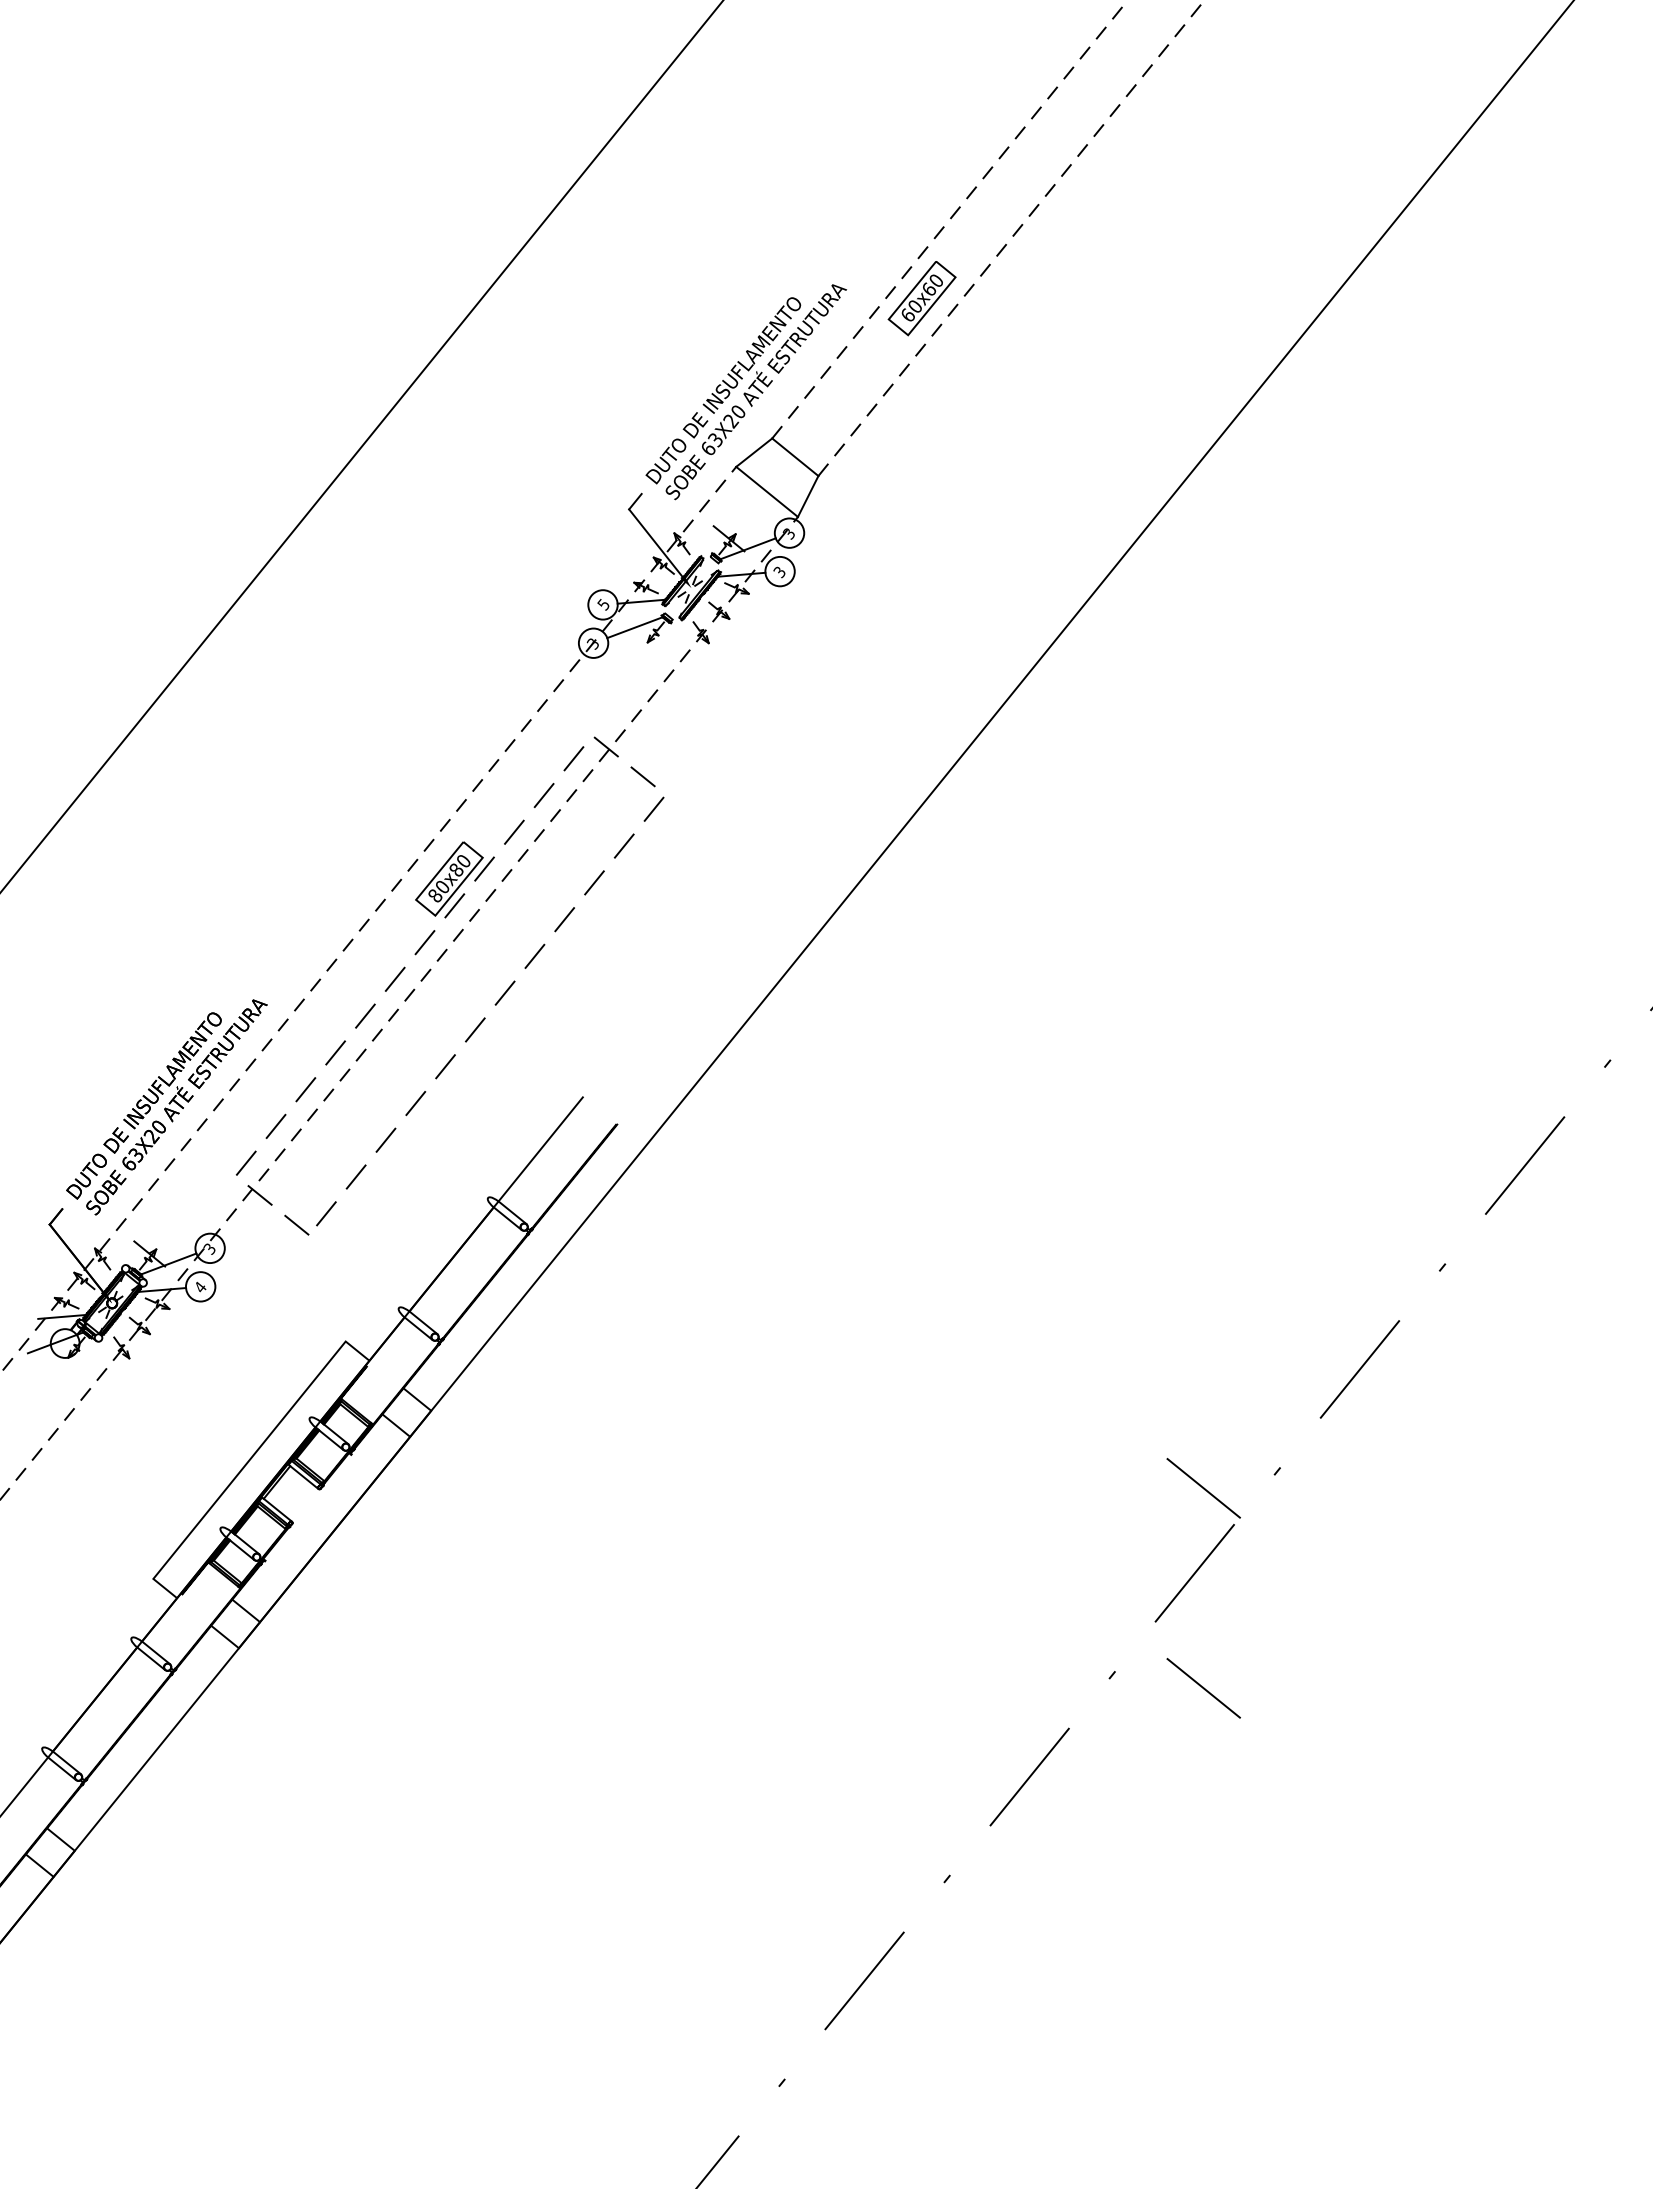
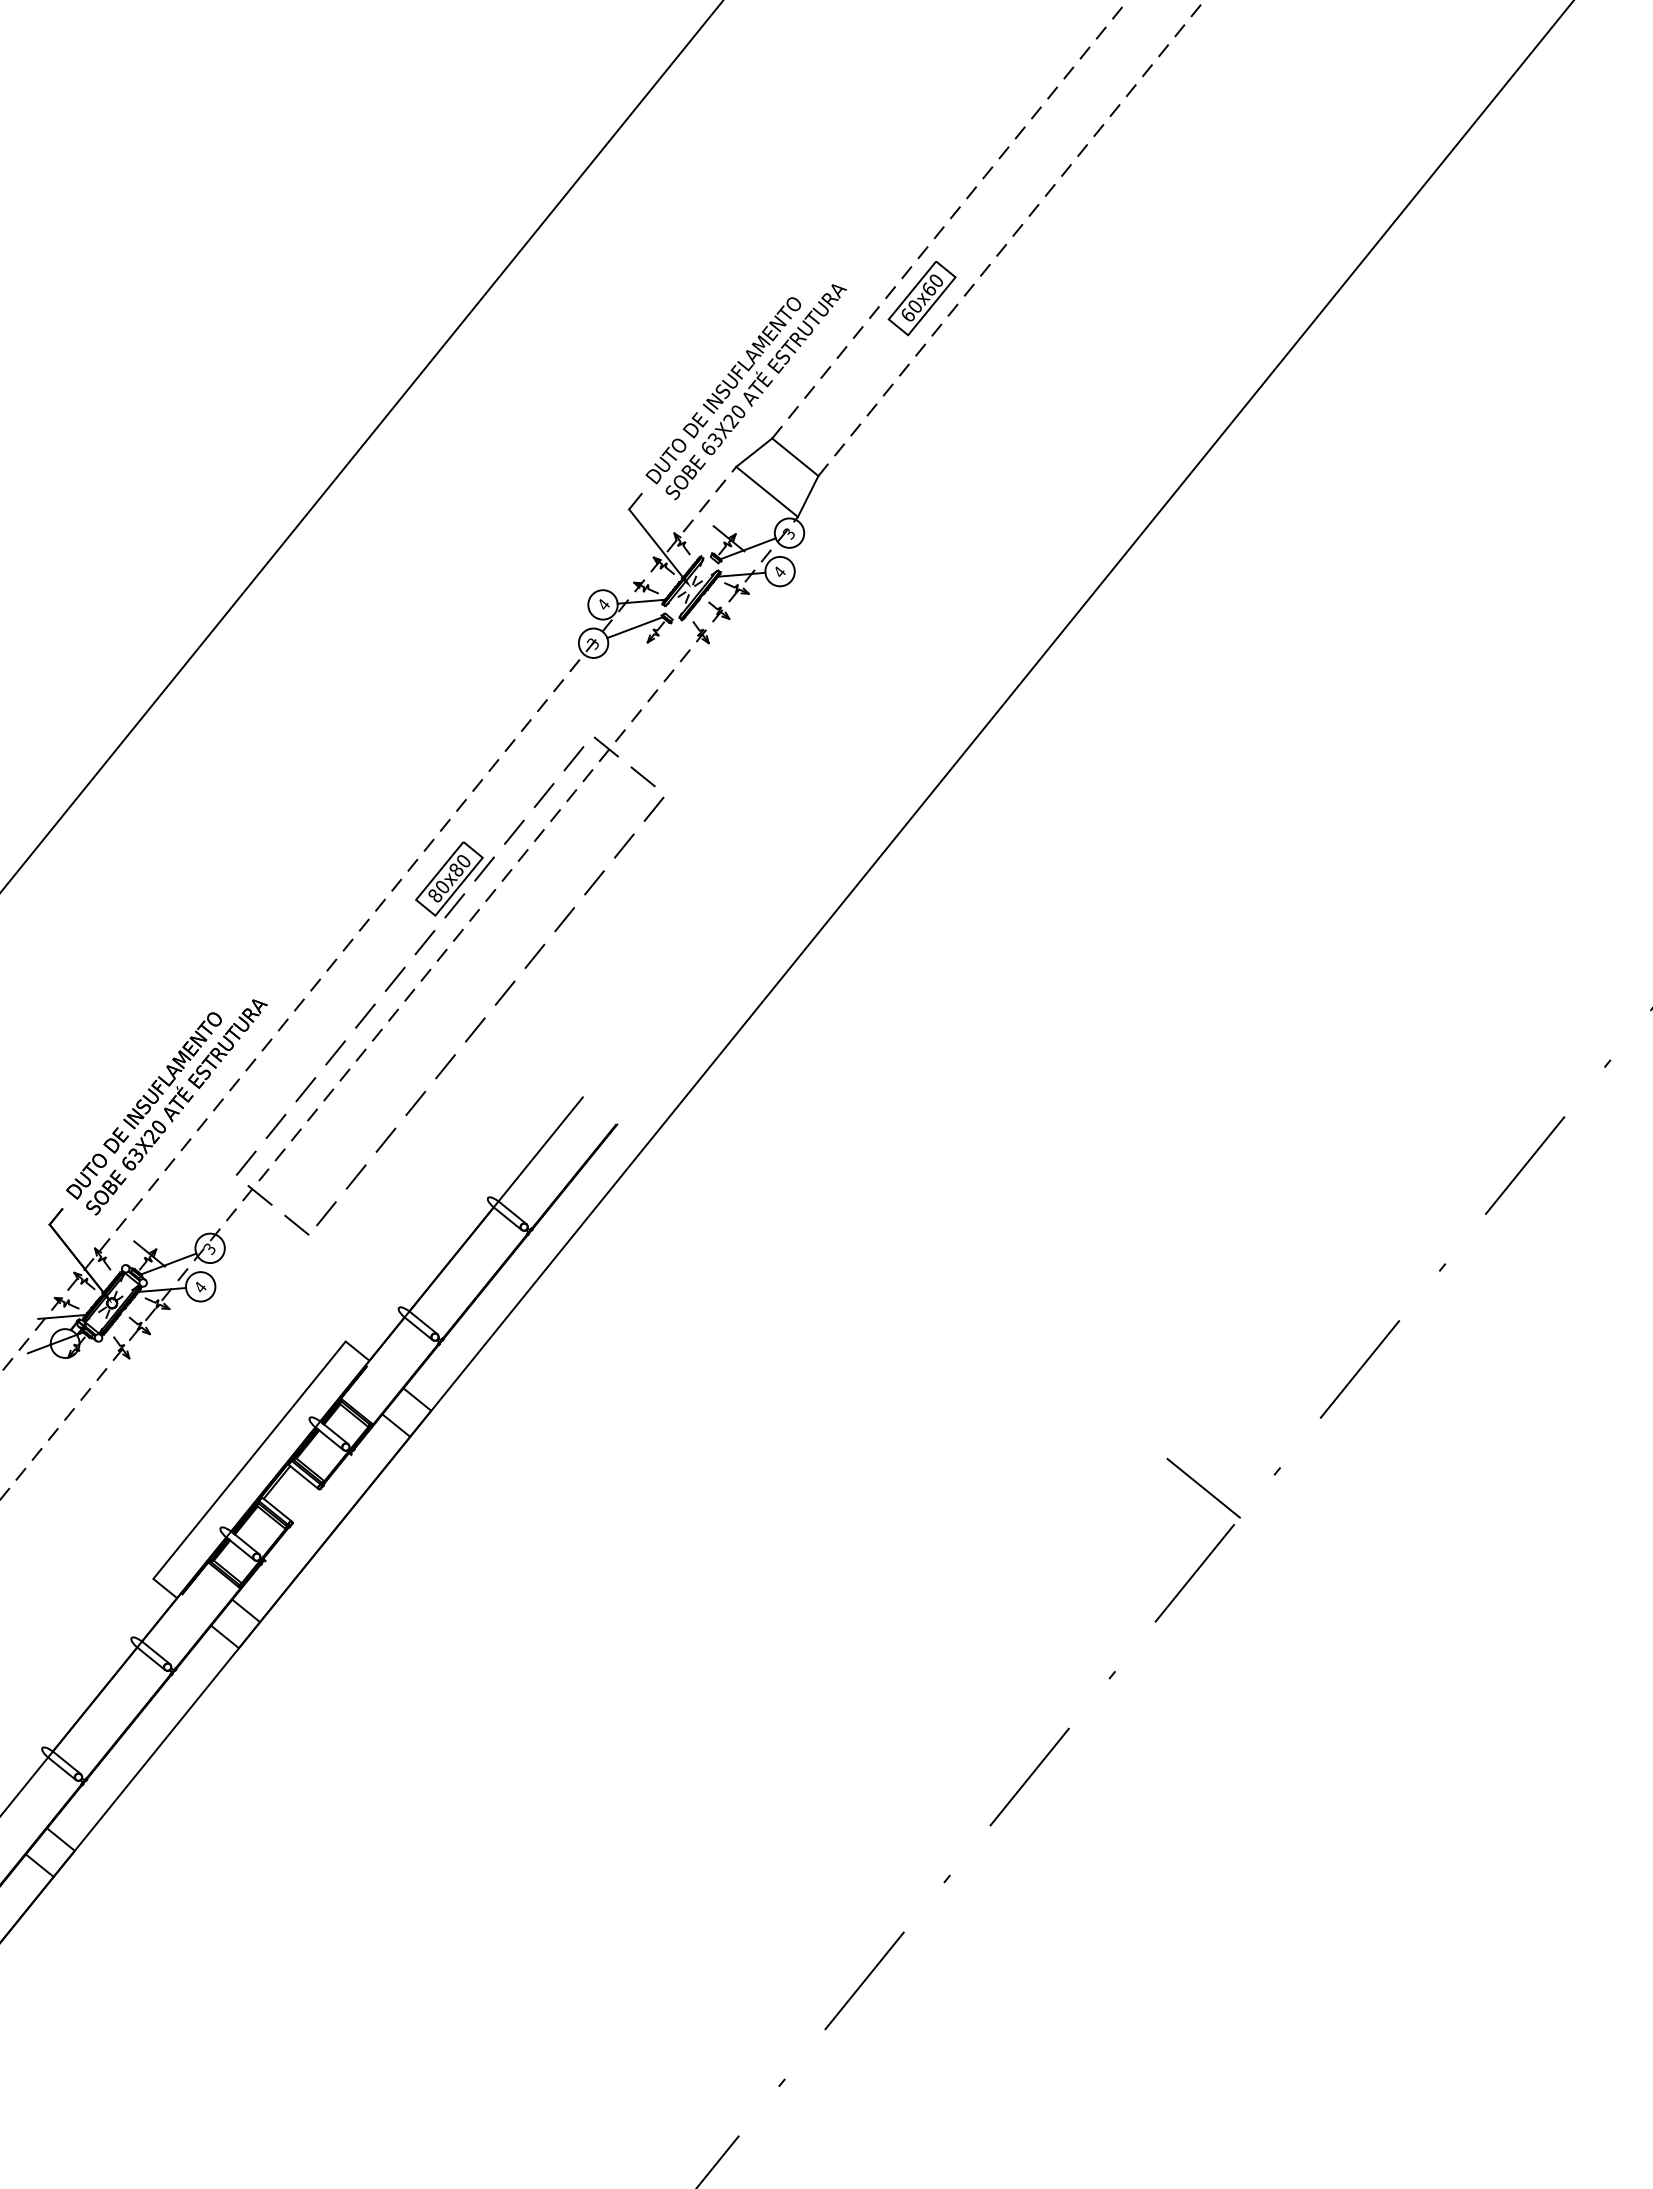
text at (779, 572): 3 -> 4
text at (603, 604): 5 -> 4
line at (1203, 1688): present -> none
